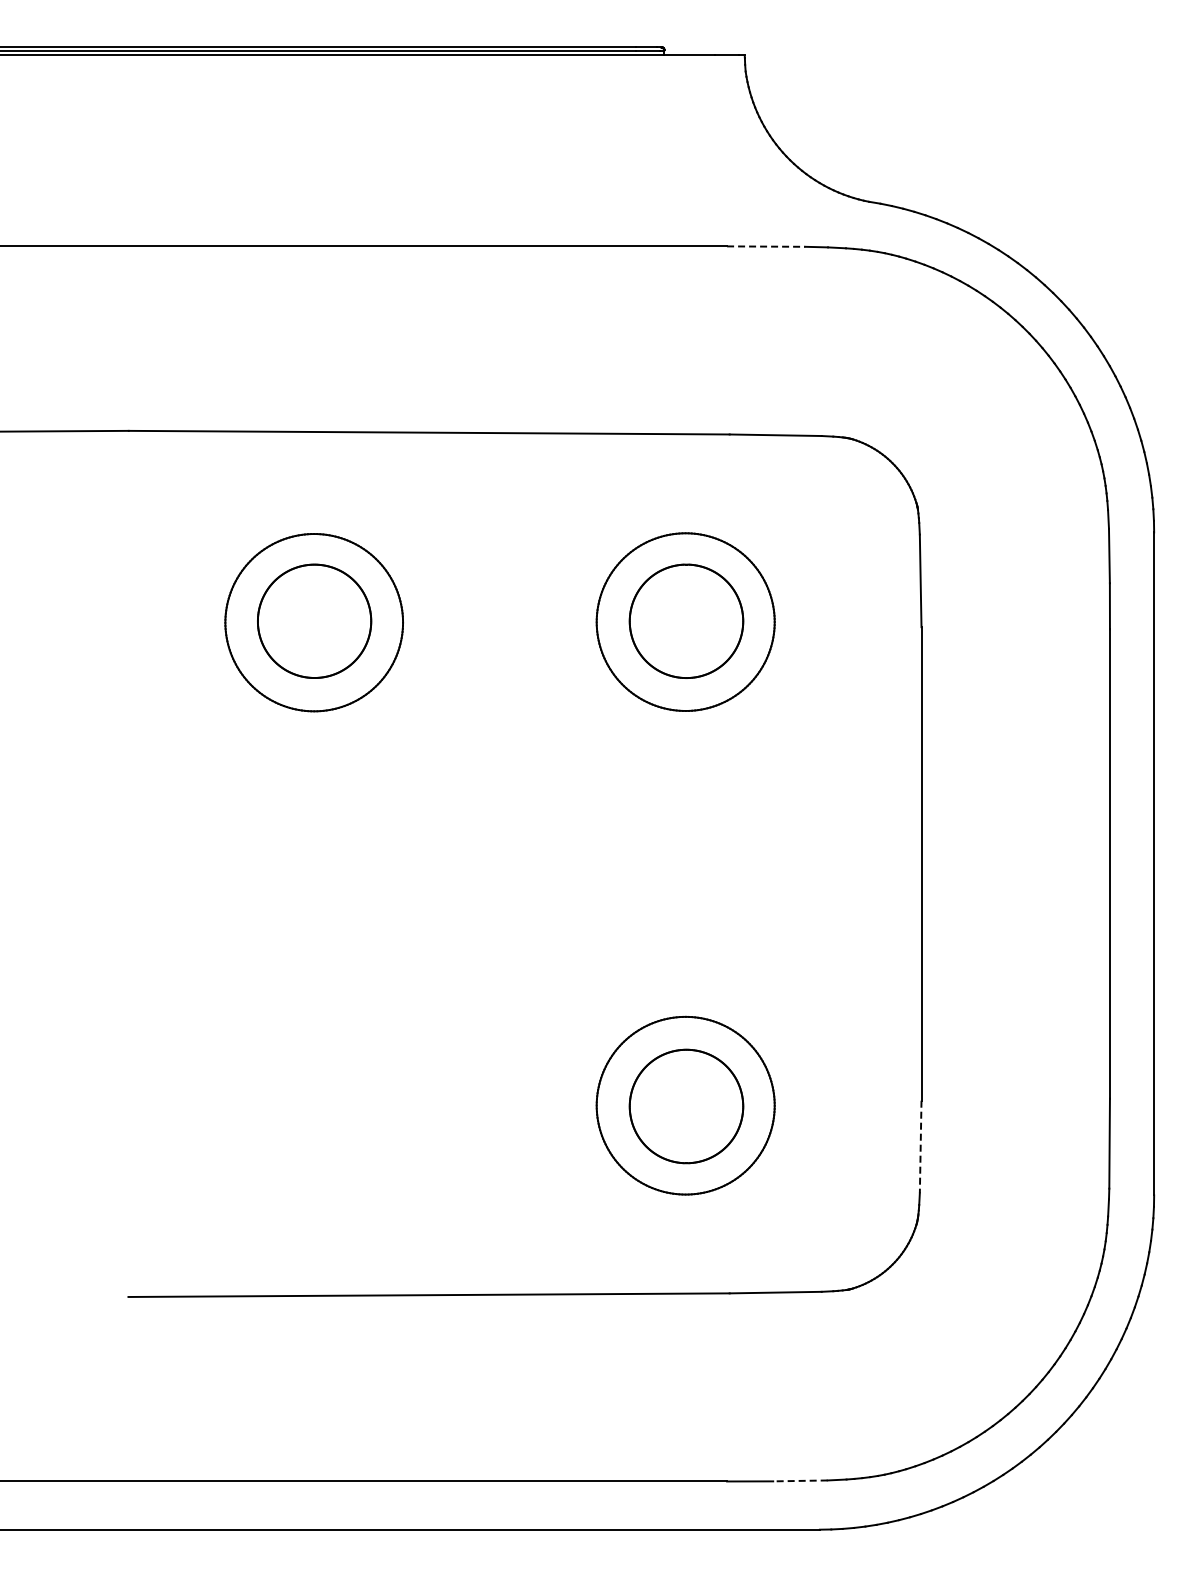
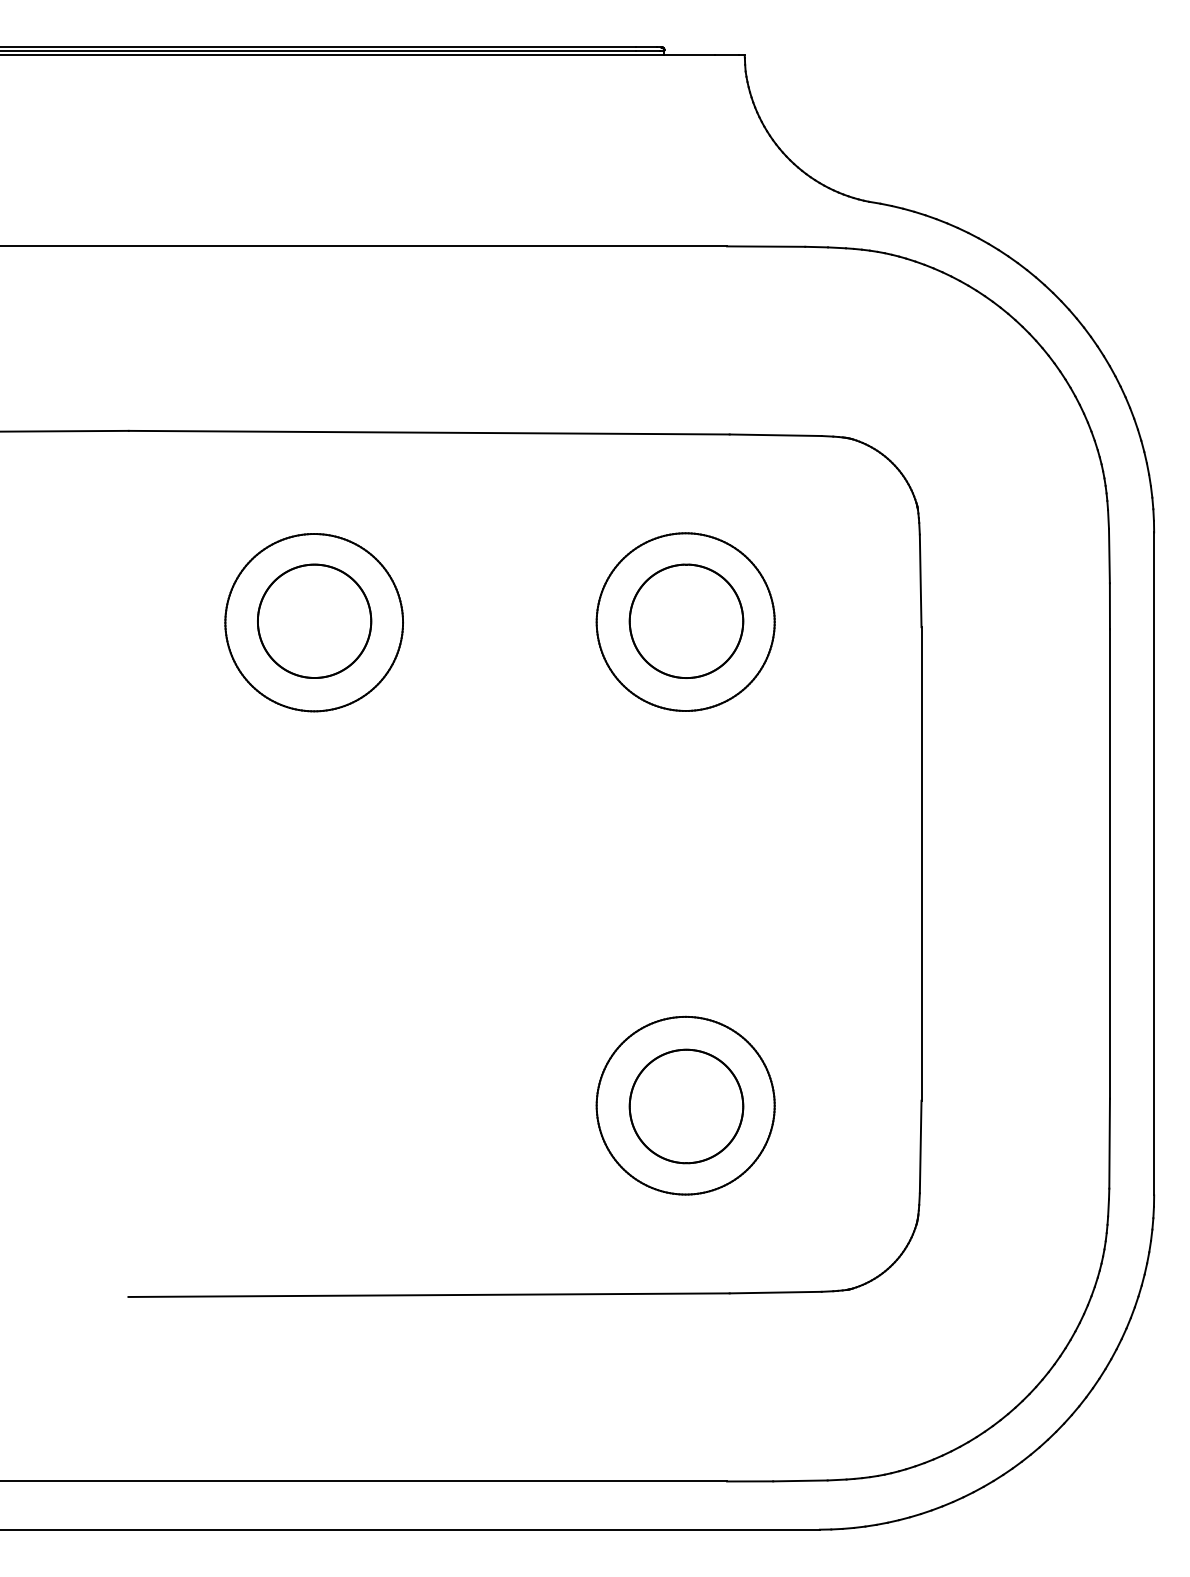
line at (766, 246): dashed -> solid
line at (920, 1147): dashed -> solid
line at (799, 1480): dashed -> solid
